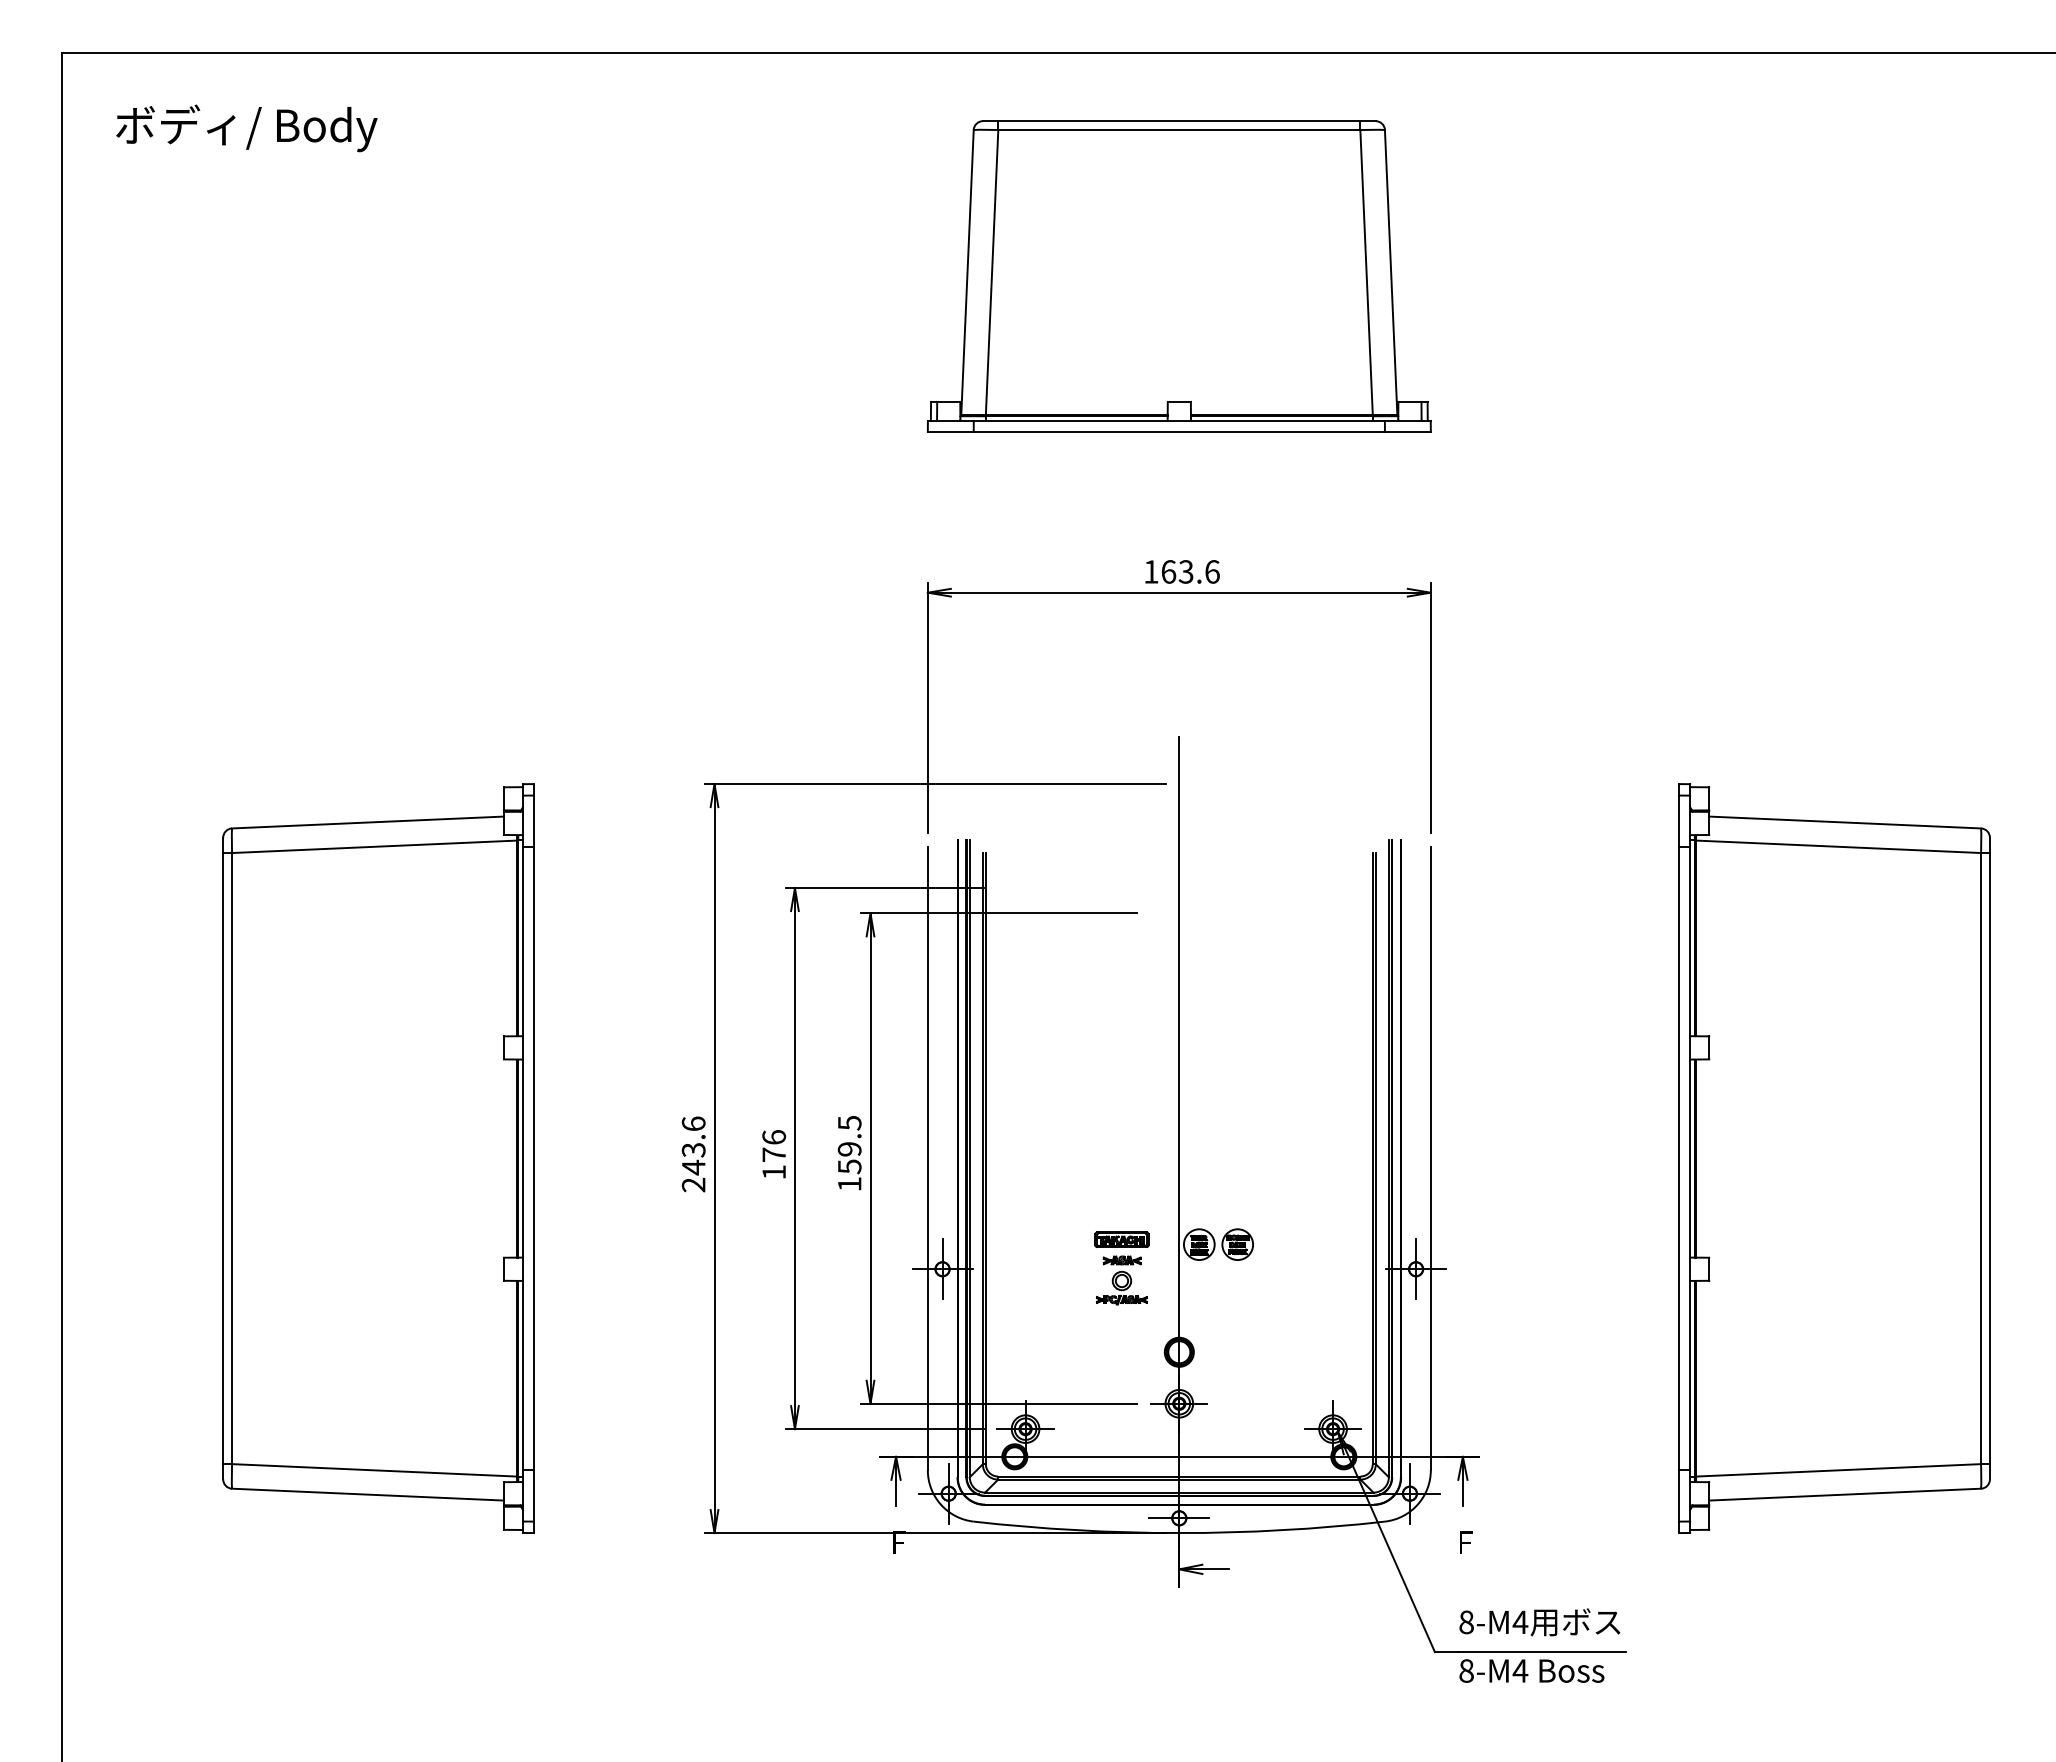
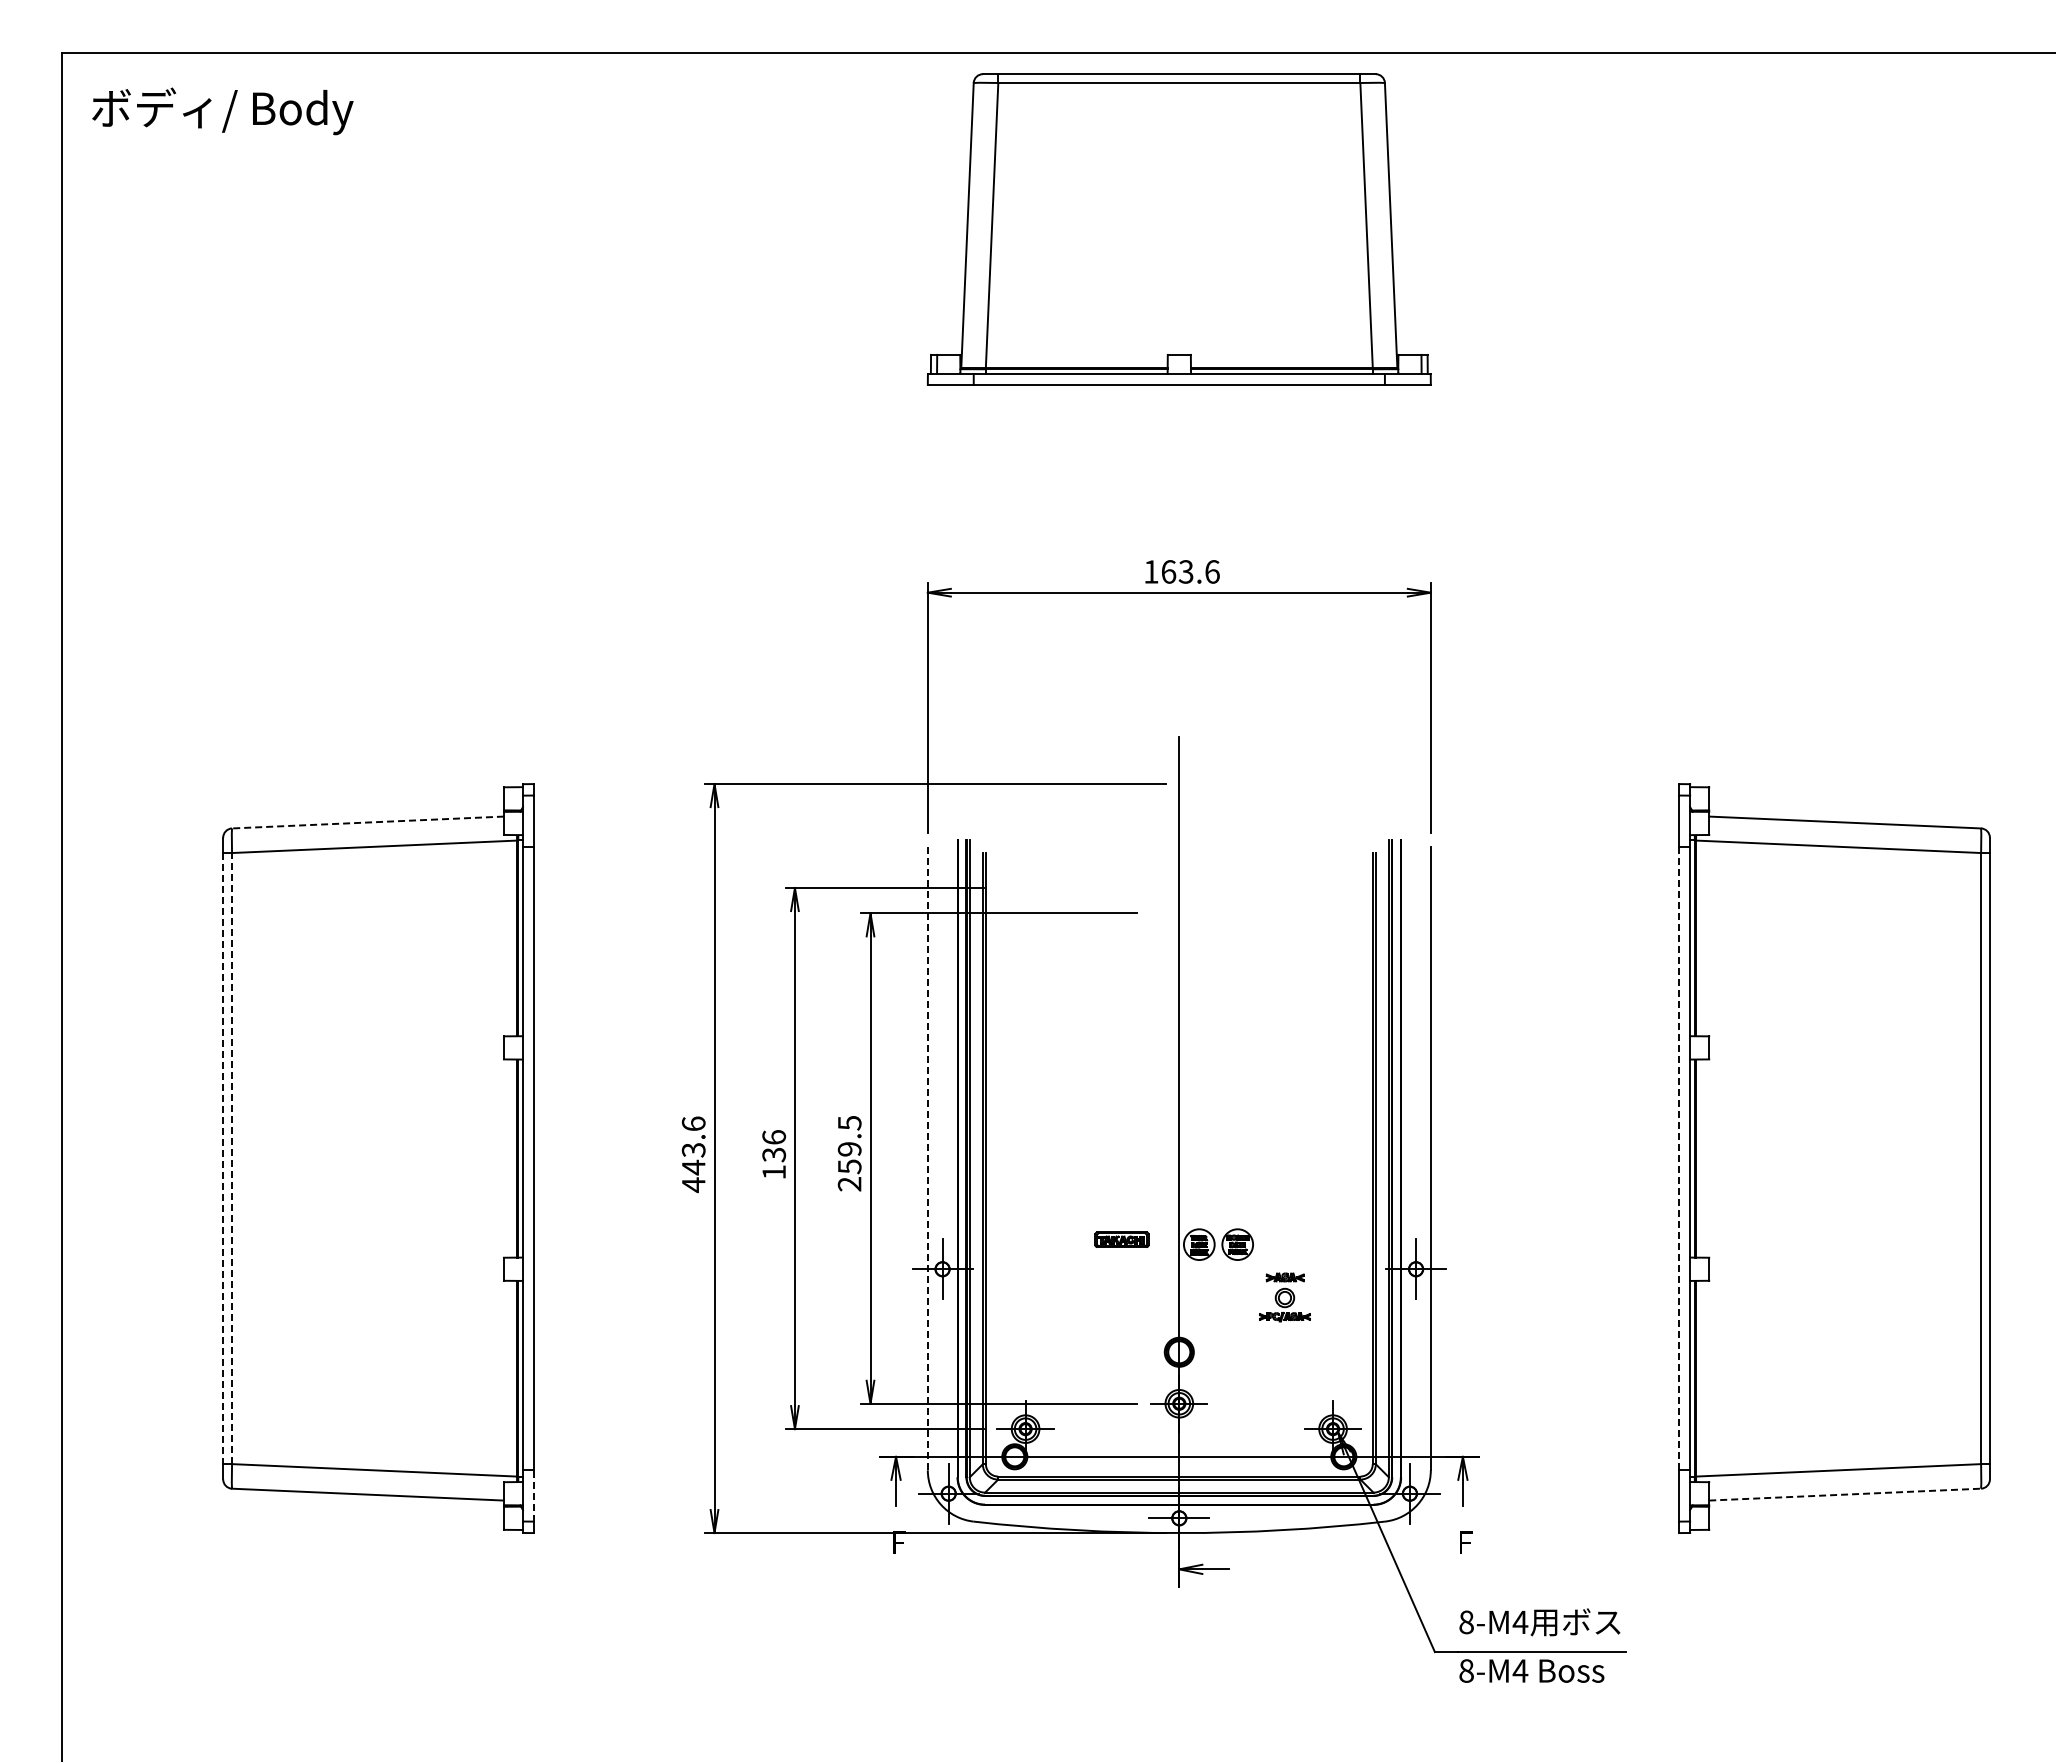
text at (246, 128) position: (246, 128) -> (222, 111)
part at (1178, 276) position: (1178, 276) -> (1178, 229)
line at (367, 822): solid -> dashed
text at (774, 1154): 176 -> 136
line at (223, 1158): solid -> dashed
line at (232, 1158): solid -> dashed
line at (927, 1158): solid -> dashed
line at (1679, 1158): solid -> dashed
text at (849, 1184): 159.5 -> 259.5
text at (693, 1185): 243.6 -> 443.6
part at (1121, 1280) position: (1121, 1280) -> (1284, 1297)
line at (1845, 1494): solid -> dashed
line at (533, 1495): solid -> dashed
